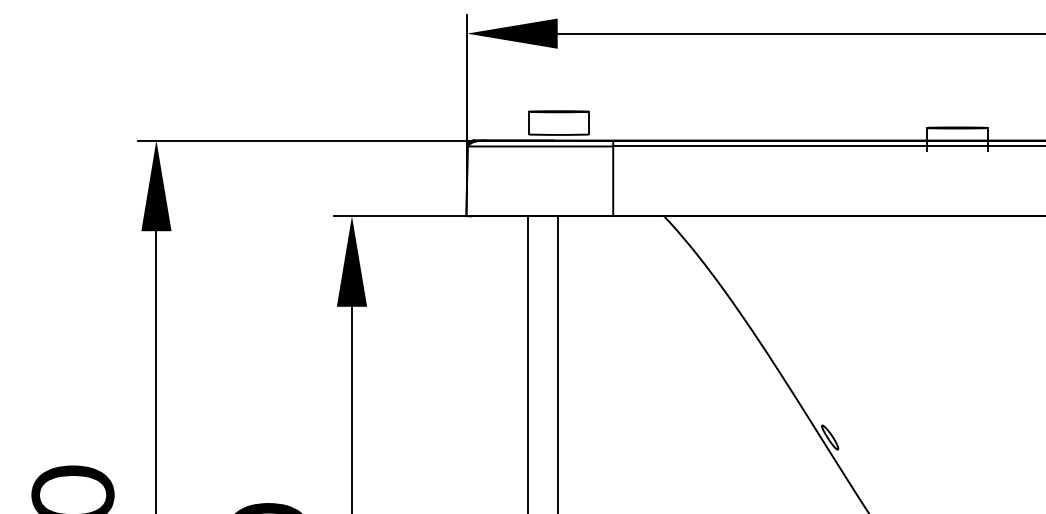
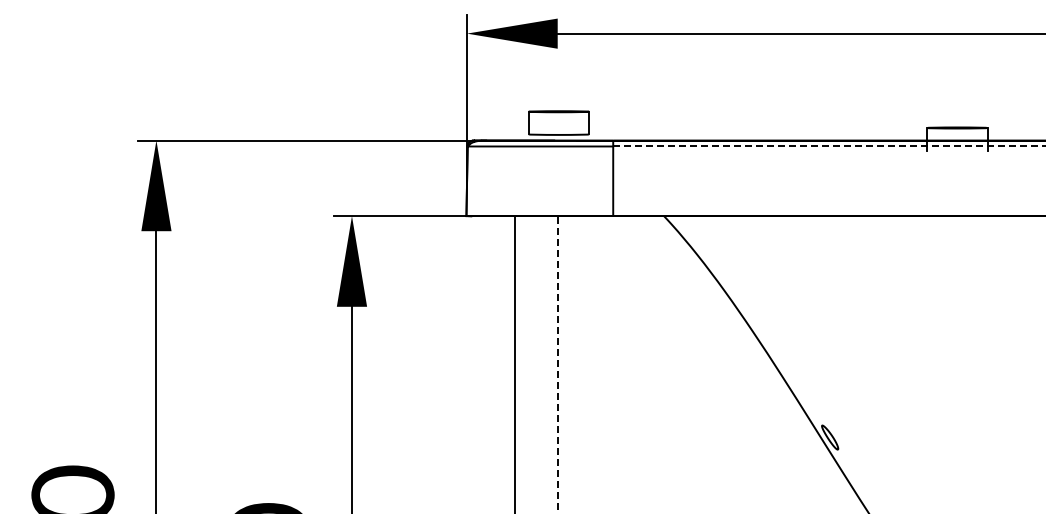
line at (829, 146): solid -> dashed
line at (527, 363) position: (527, 363) -> (514, 363)
line at (557, 364): solid -> dashed
